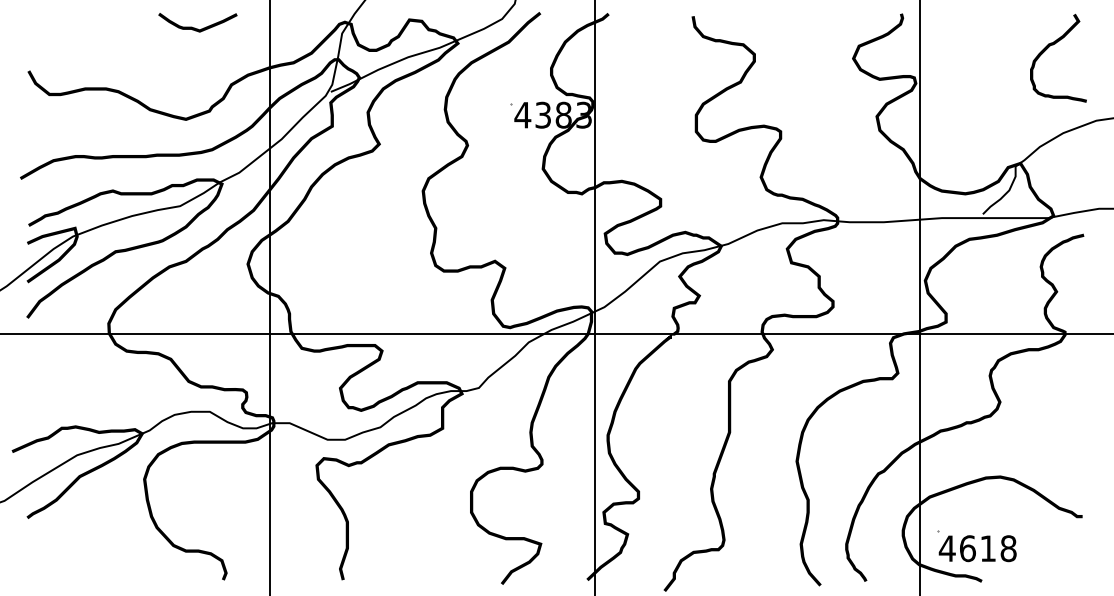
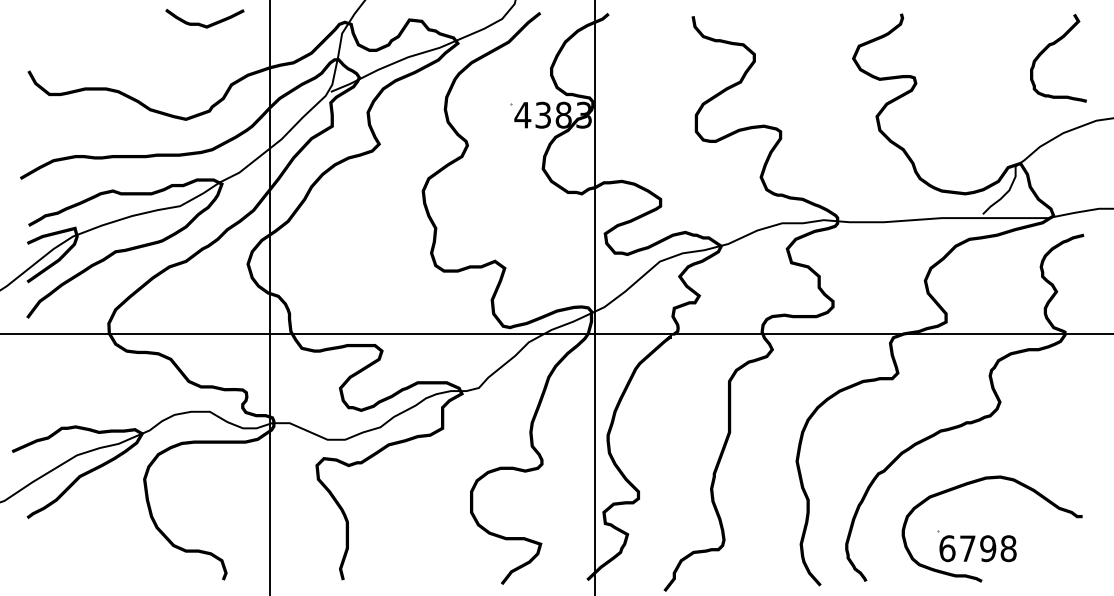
curve at (194, 27) position: (194, 27) -> (201, 23)
line at (920, 297): present -> none
text at (967, 548): 4618 -> 6798
